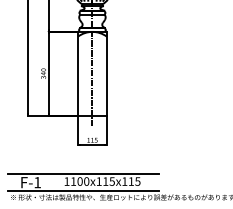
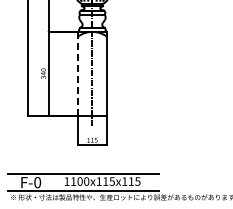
line at (78, 74): solid -> dashed
text at (37, 182): F-1 -> F-0
